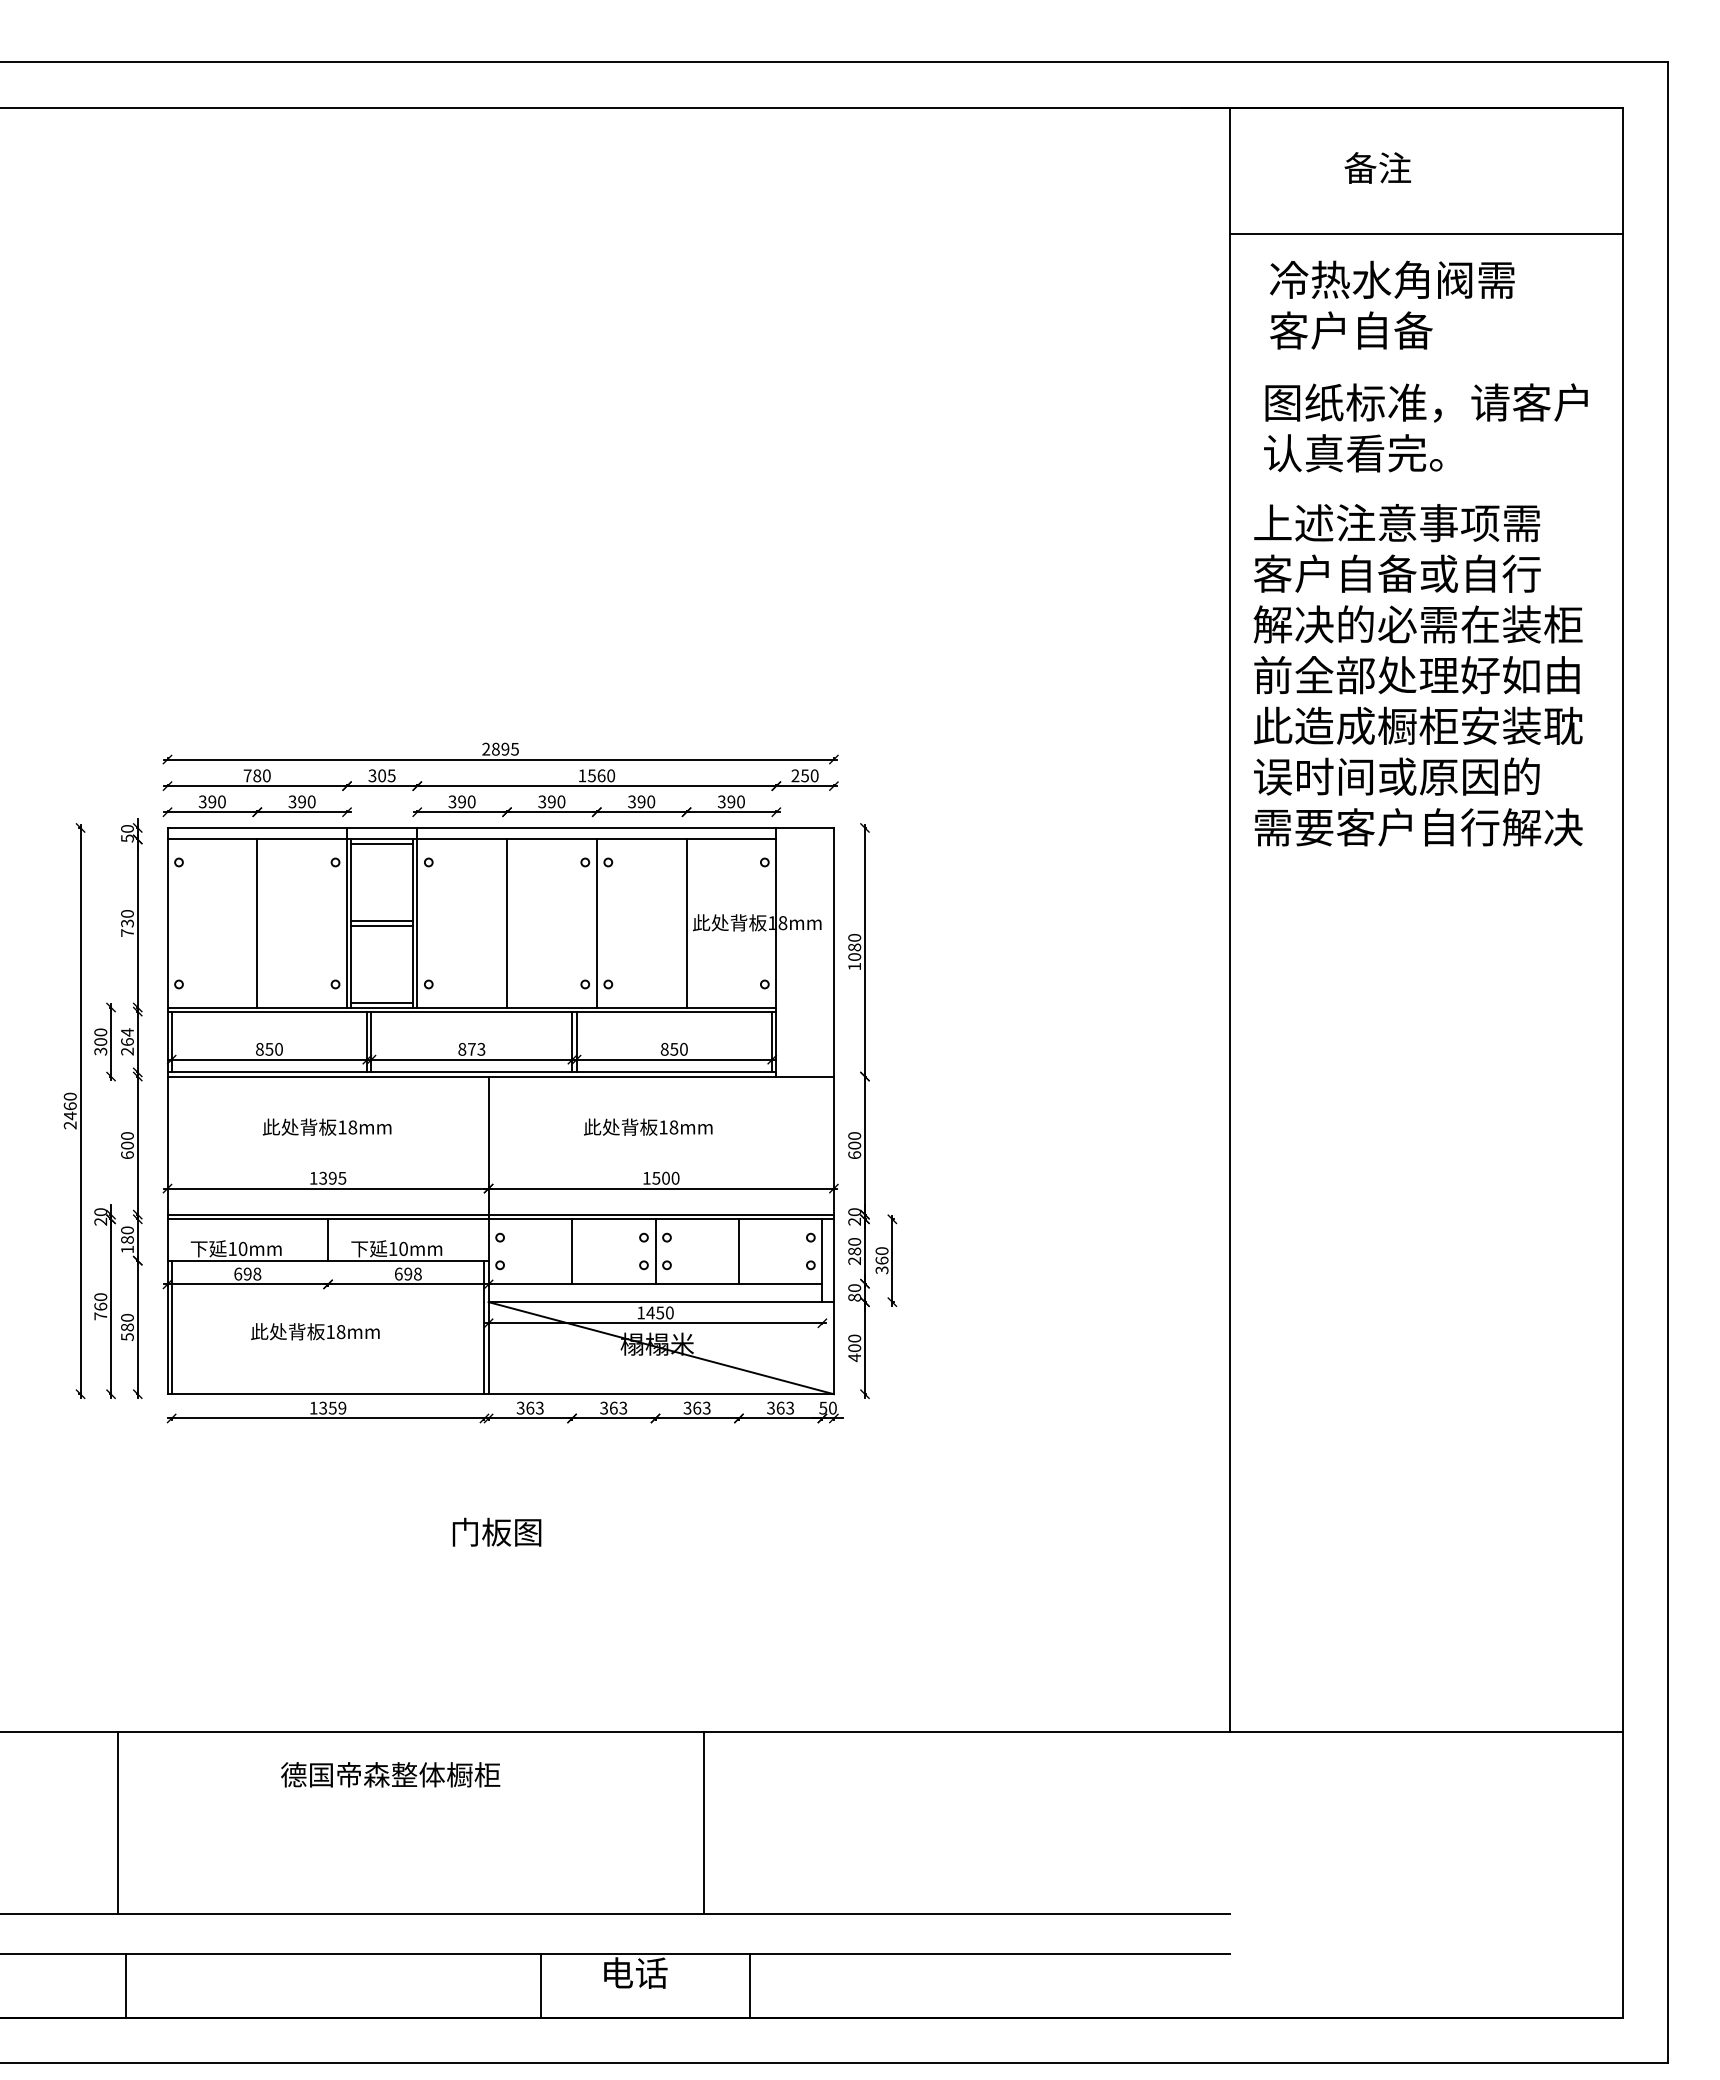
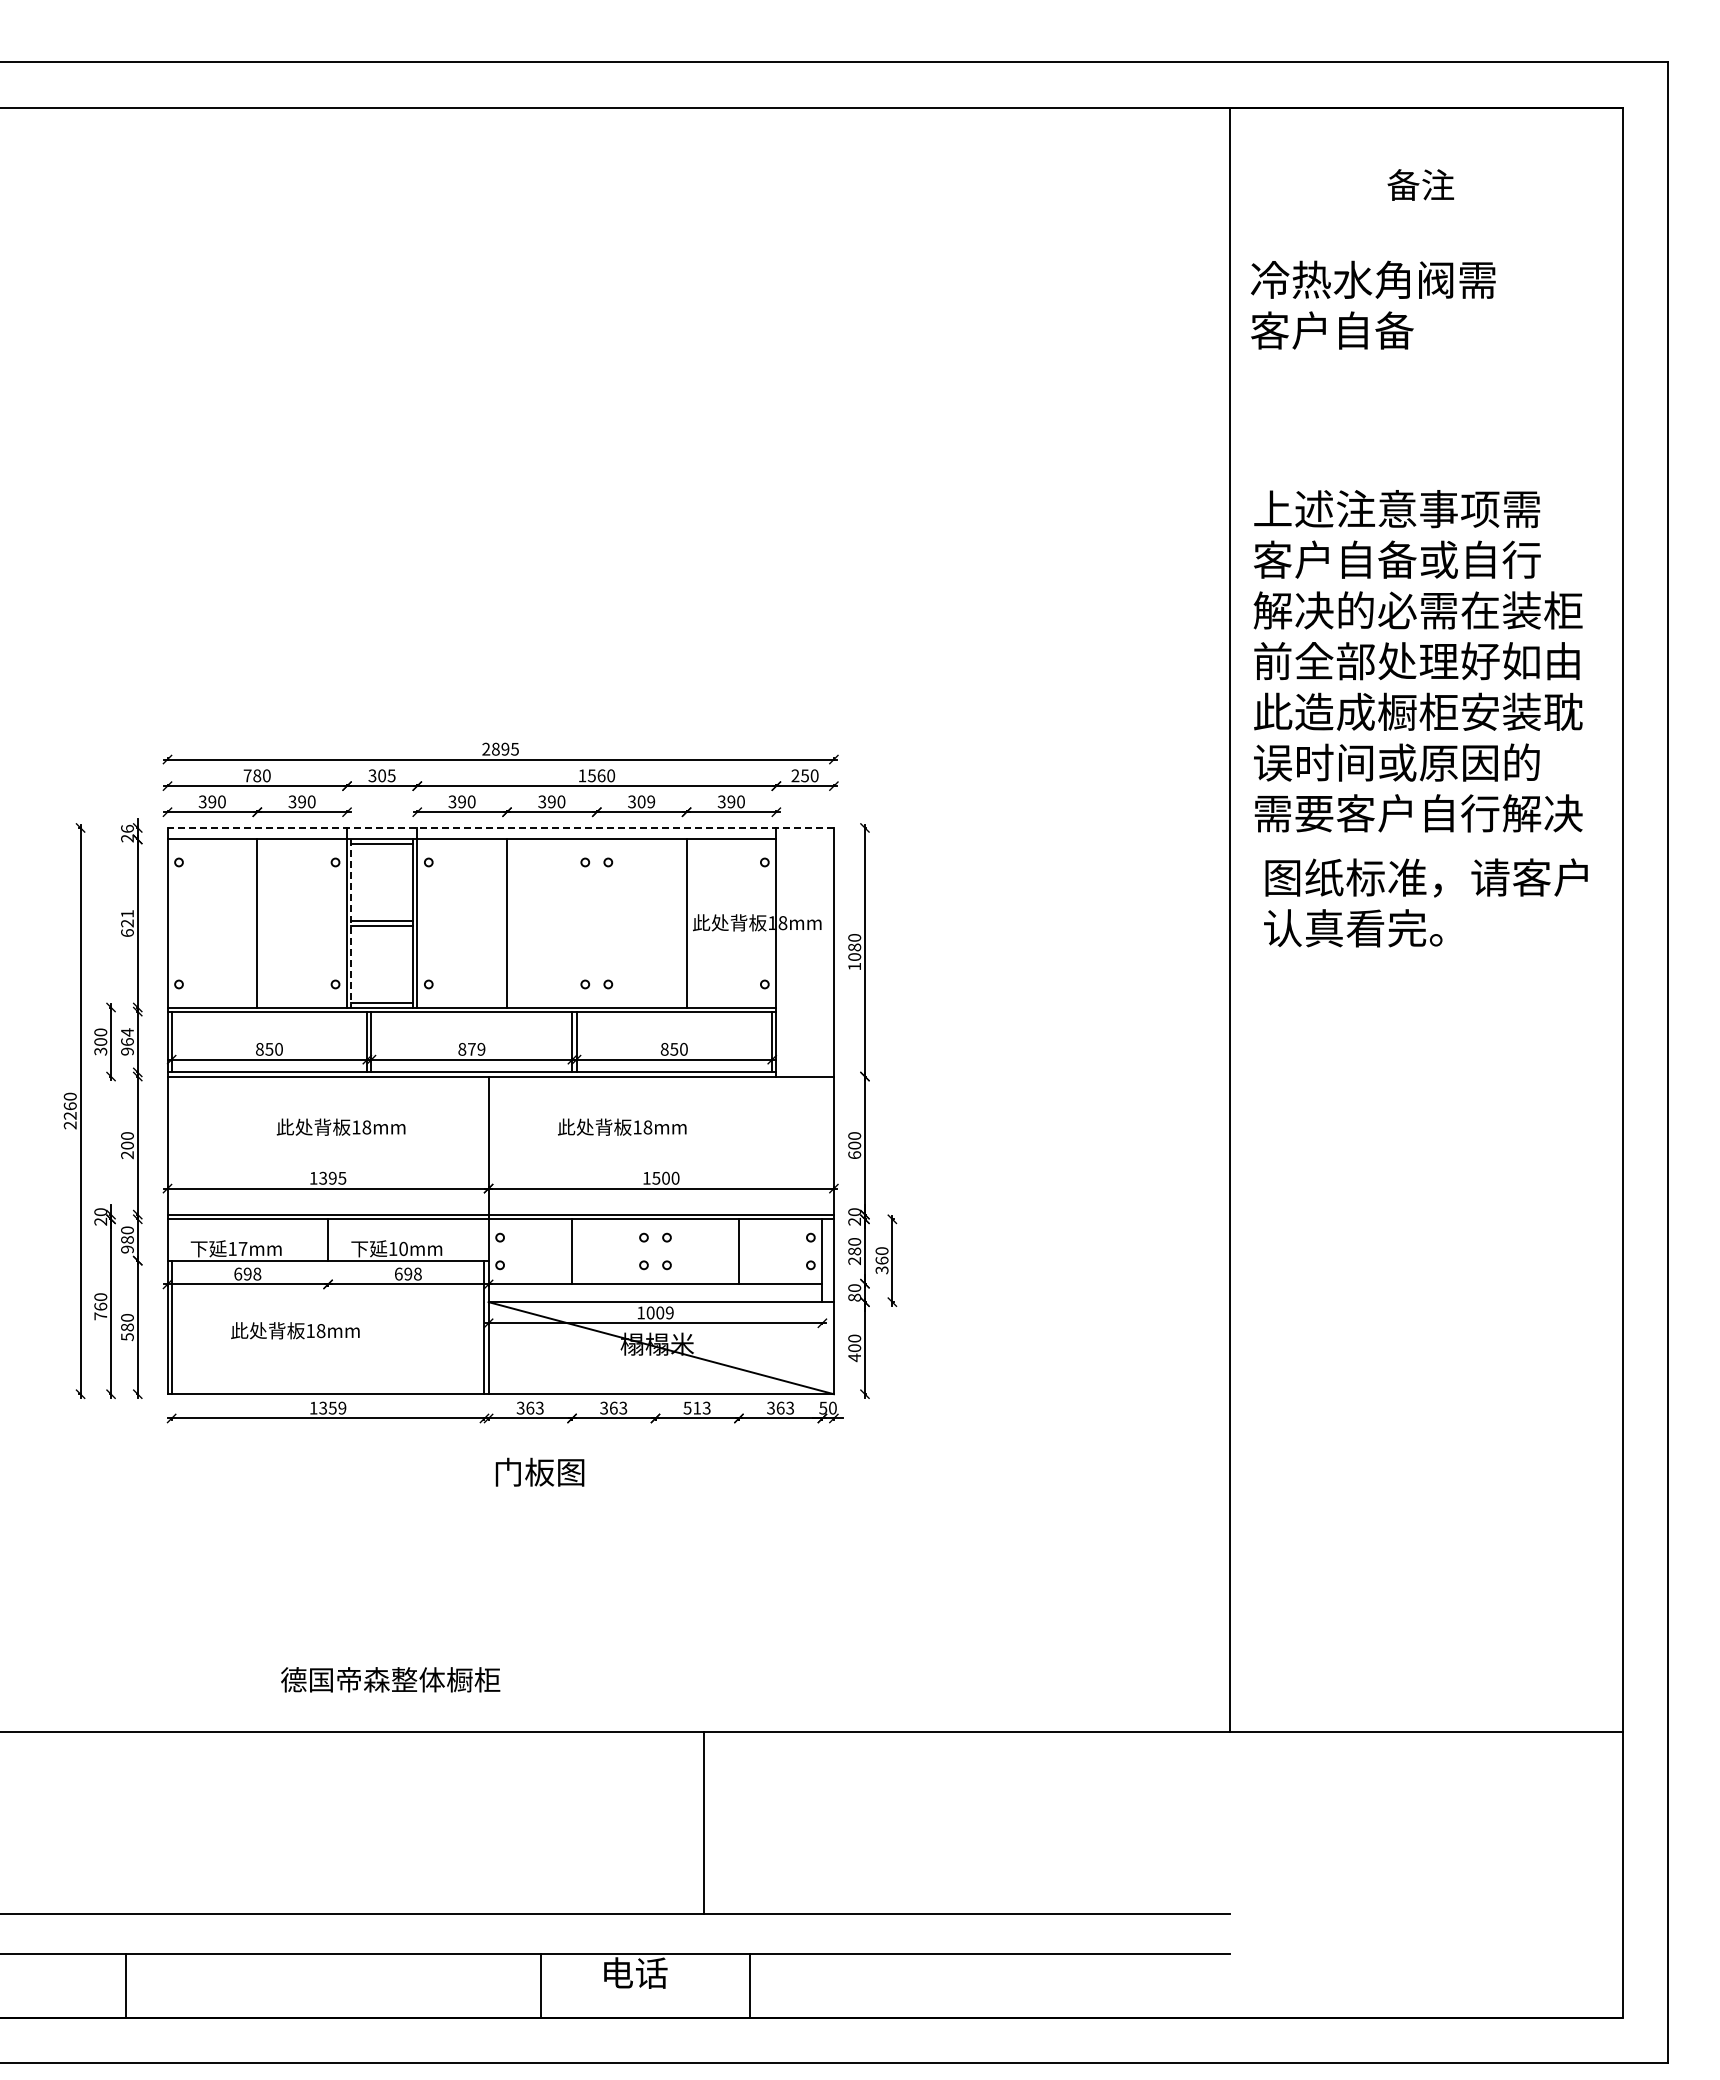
text at (1377, 167) position: (1377, 167) -> (1420, 184)
line at (1426, 234): present -> none
text at (1392, 304) position: (1392, 304) -> (1373, 304)
text at (1425, 427) position: (1425, 427) -> (1425, 902)
text at (1417, 675) position: (1417, 675) -> (1417, 661)
text at (646, 801): 390 -> 309
line at (500, 827): solid -> dashed
text at (127, 833): 50 -> 26
text at (127, 923): 730 -> 621
line at (351, 923): solid -> dashed
line at (596, 923): present -> none
text at (481, 1049): 873 -> 879
text at (127, 1051): 264 -> 964
text at (69, 1115): 2460 -> 2260
text at (326, 1126) position: (326, 1126) -> (340, 1126)
text at (648, 1126) position: (648, 1126) -> (622, 1126)
text at (127, 1155): 600 -> 200
text at (242, 1248): 10mm -> 17mm
text at (127, 1249): 180 -> 980
line at (655, 1251): present -> none
text at (659, 1312): 1450 -> 1009
text at (315, 1331) position: (315, 1331) -> (295, 1330)
text at (692, 1407): 363 -> 513
text at (496, 1531) position: (496, 1531) -> (539, 1471)
text at (390, 1774) position: (390, 1774) -> (390, 1679)
line at (118, 1822): present -> none
